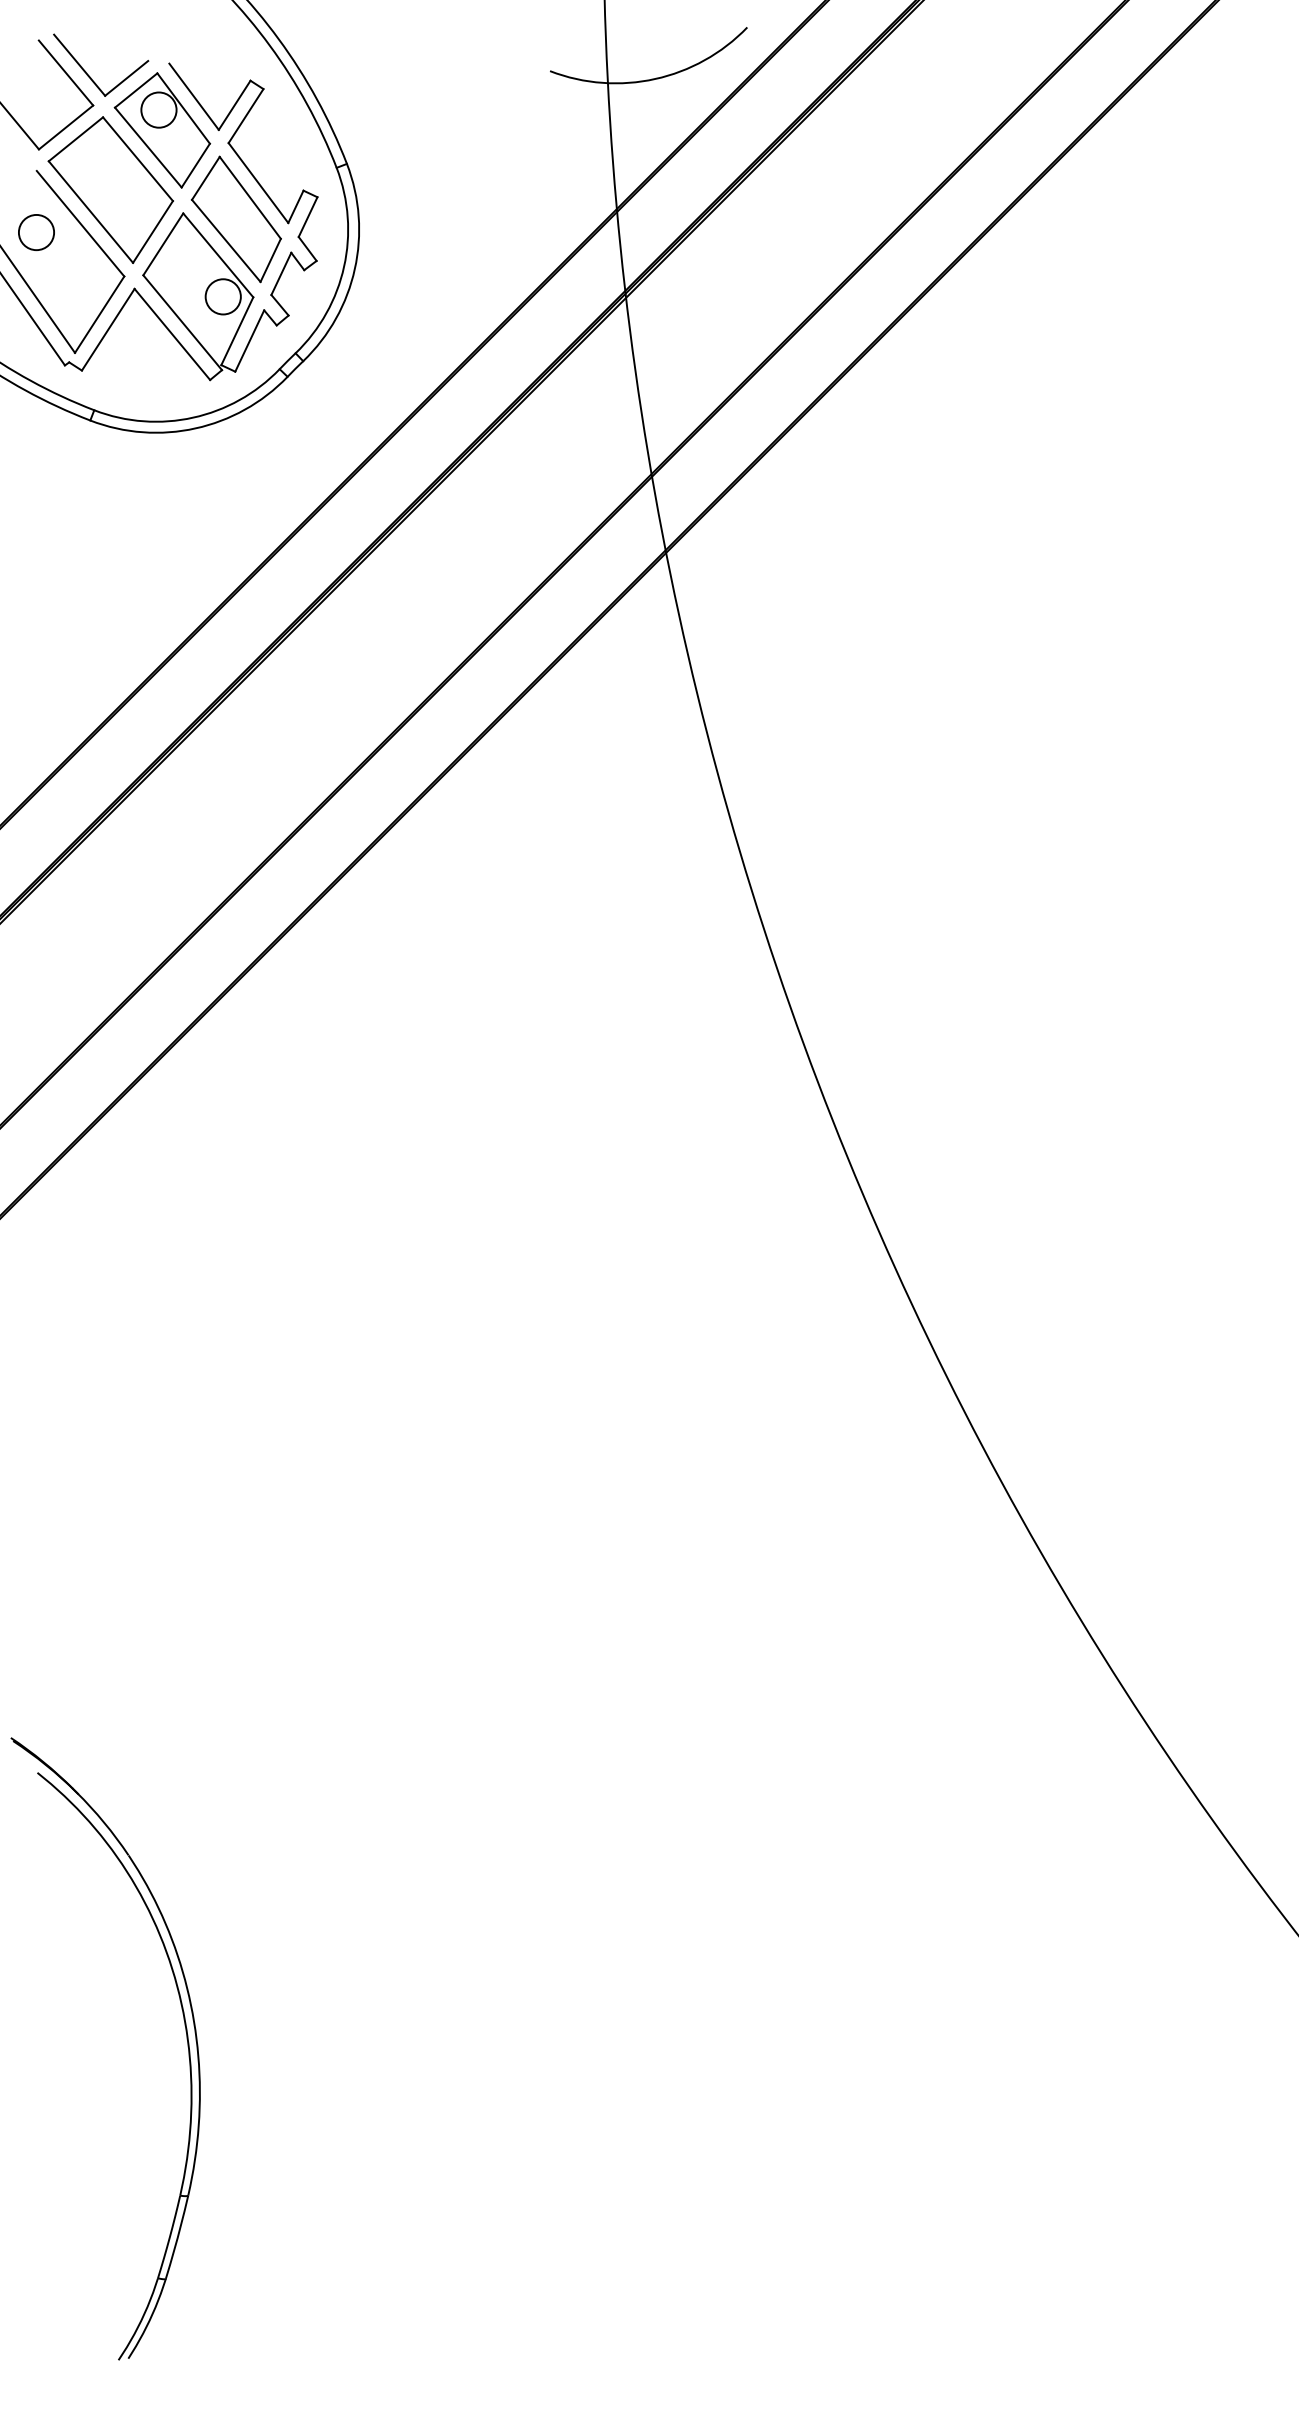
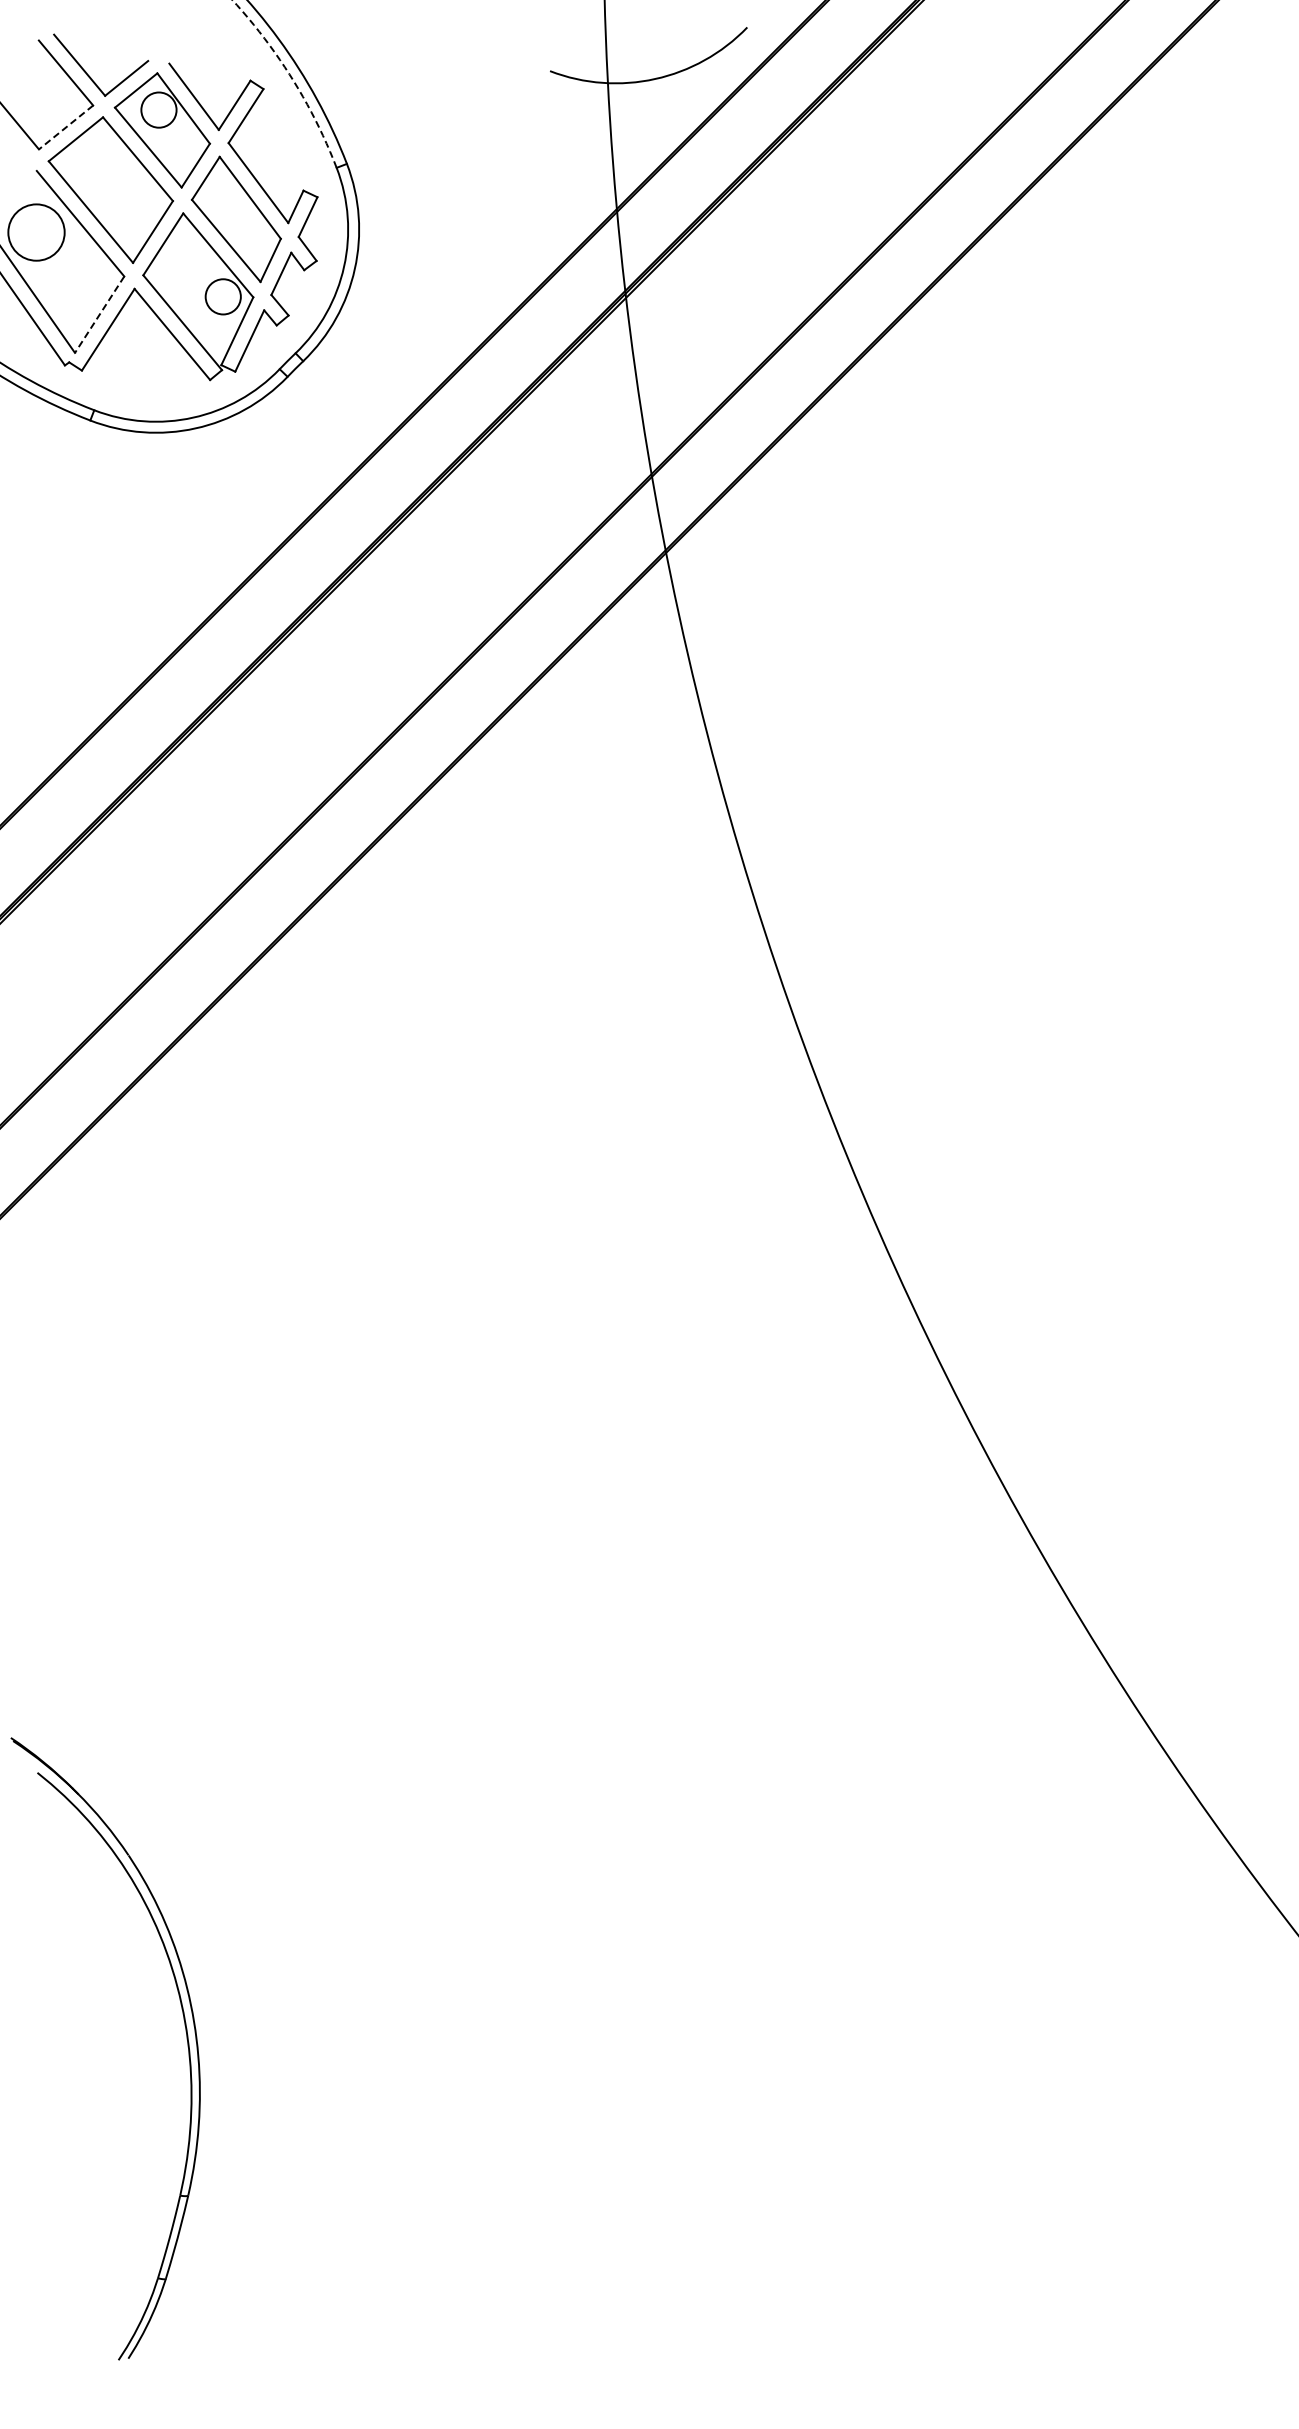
arc at (292, 78): solid -> dashed
line at (66, 127): solid -> dashed
circle at (36, 232) diameter: 35 px -> 56 px
line at (99, 315): solid -> dashed
